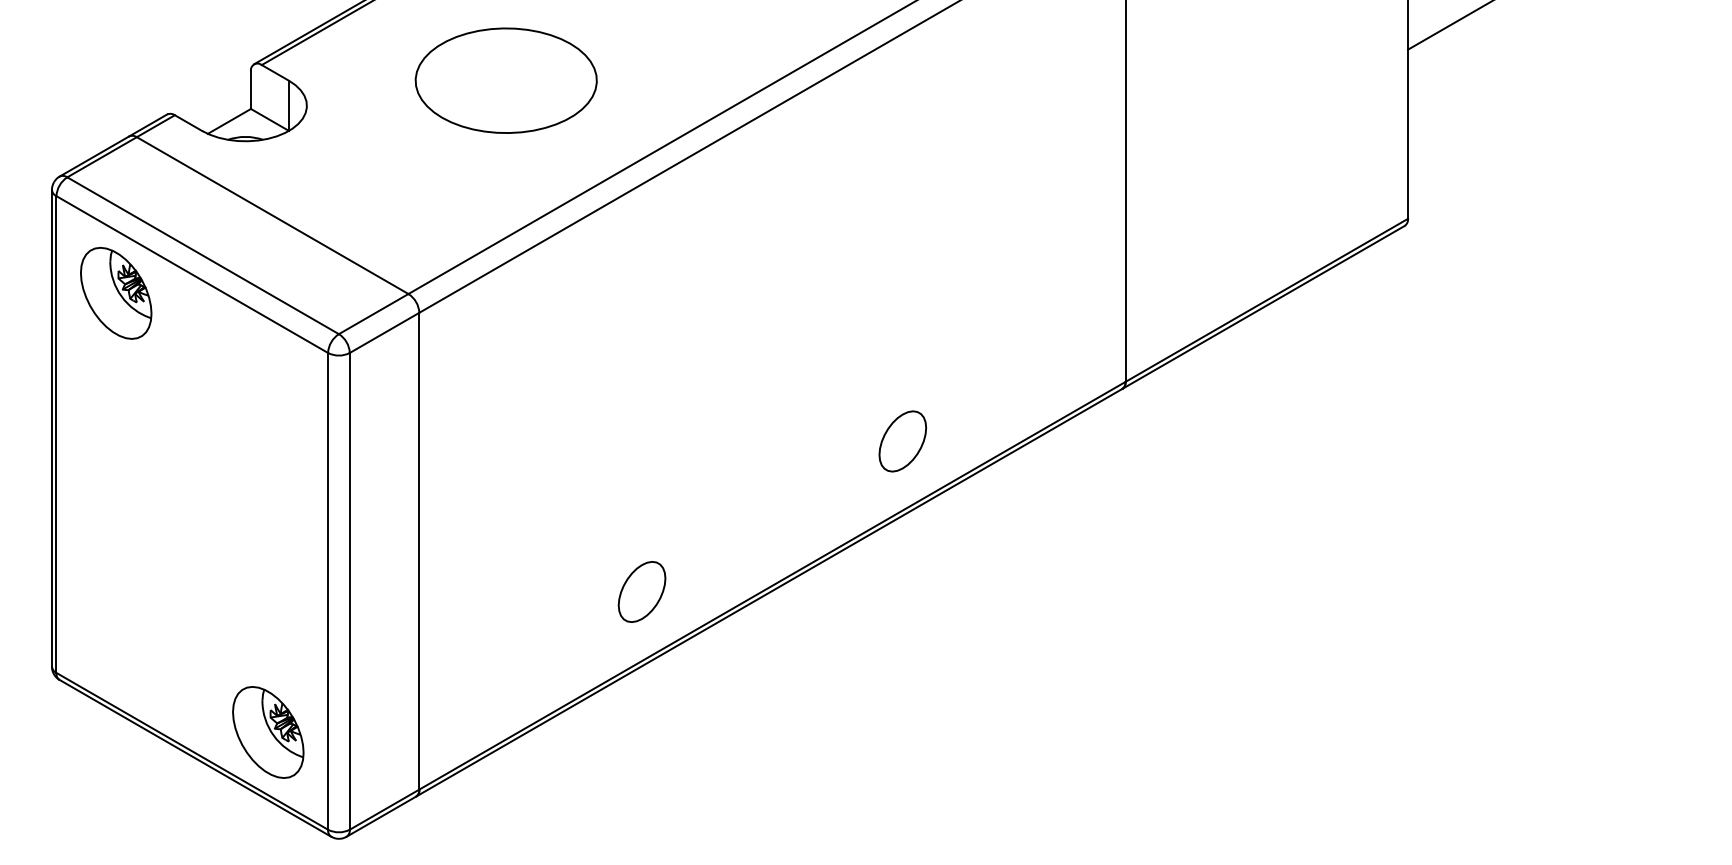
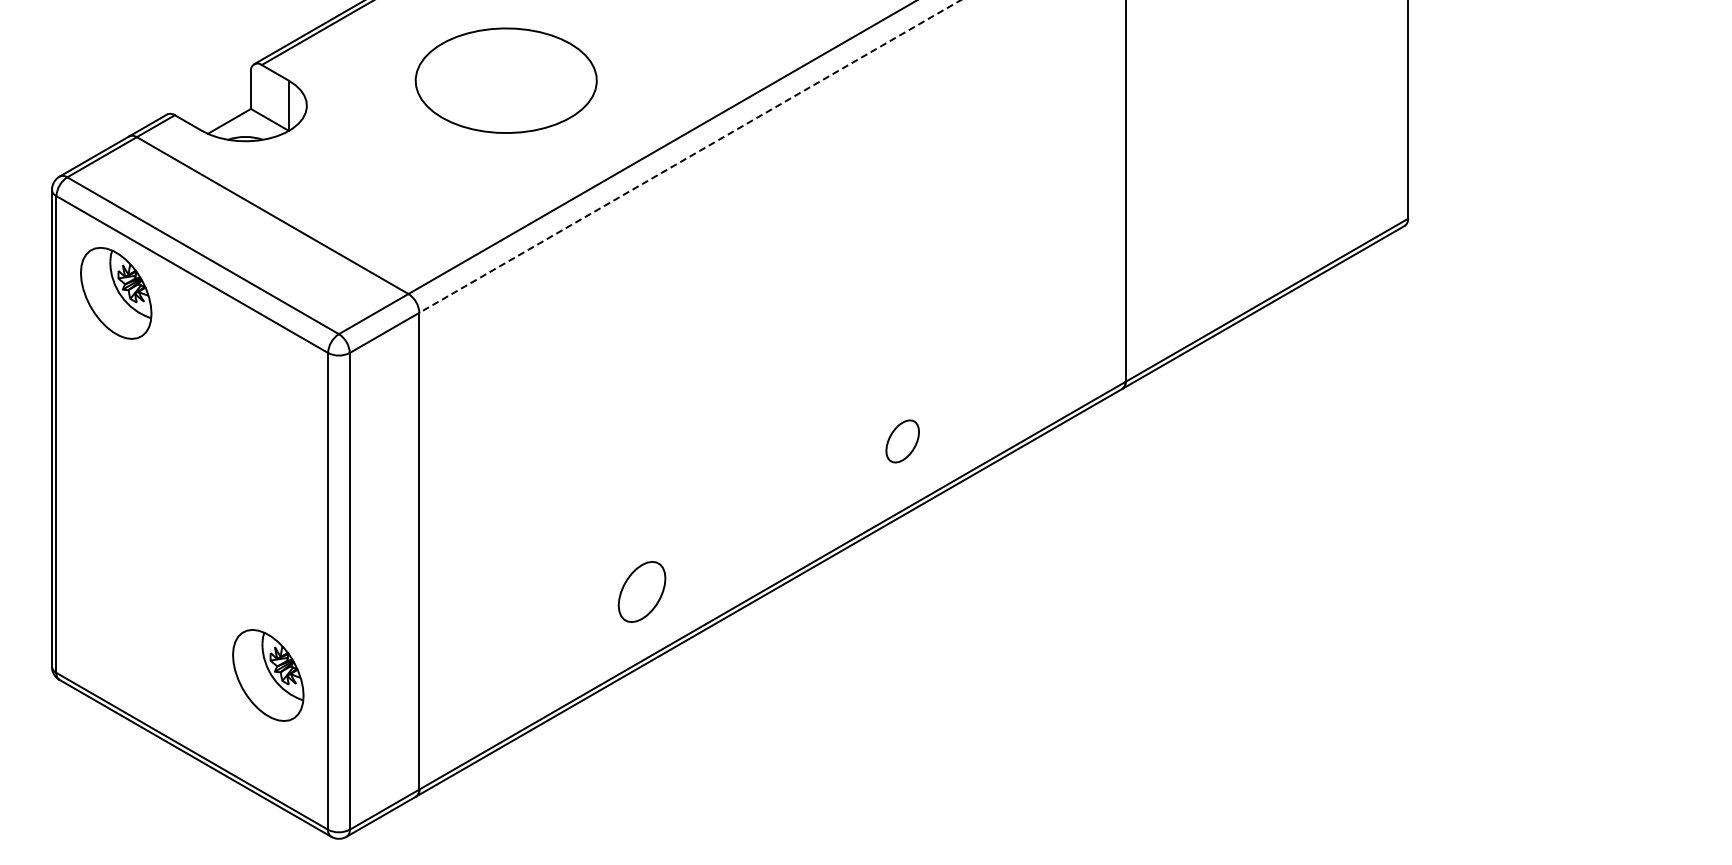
line at (1449, 25): present -> none
line at (690, 156): solid -> dashed
part at (902, 441) size: 49x63 px -> 35x45 px
part at (268, 732) position: (268, 732) -> (268, 675)
